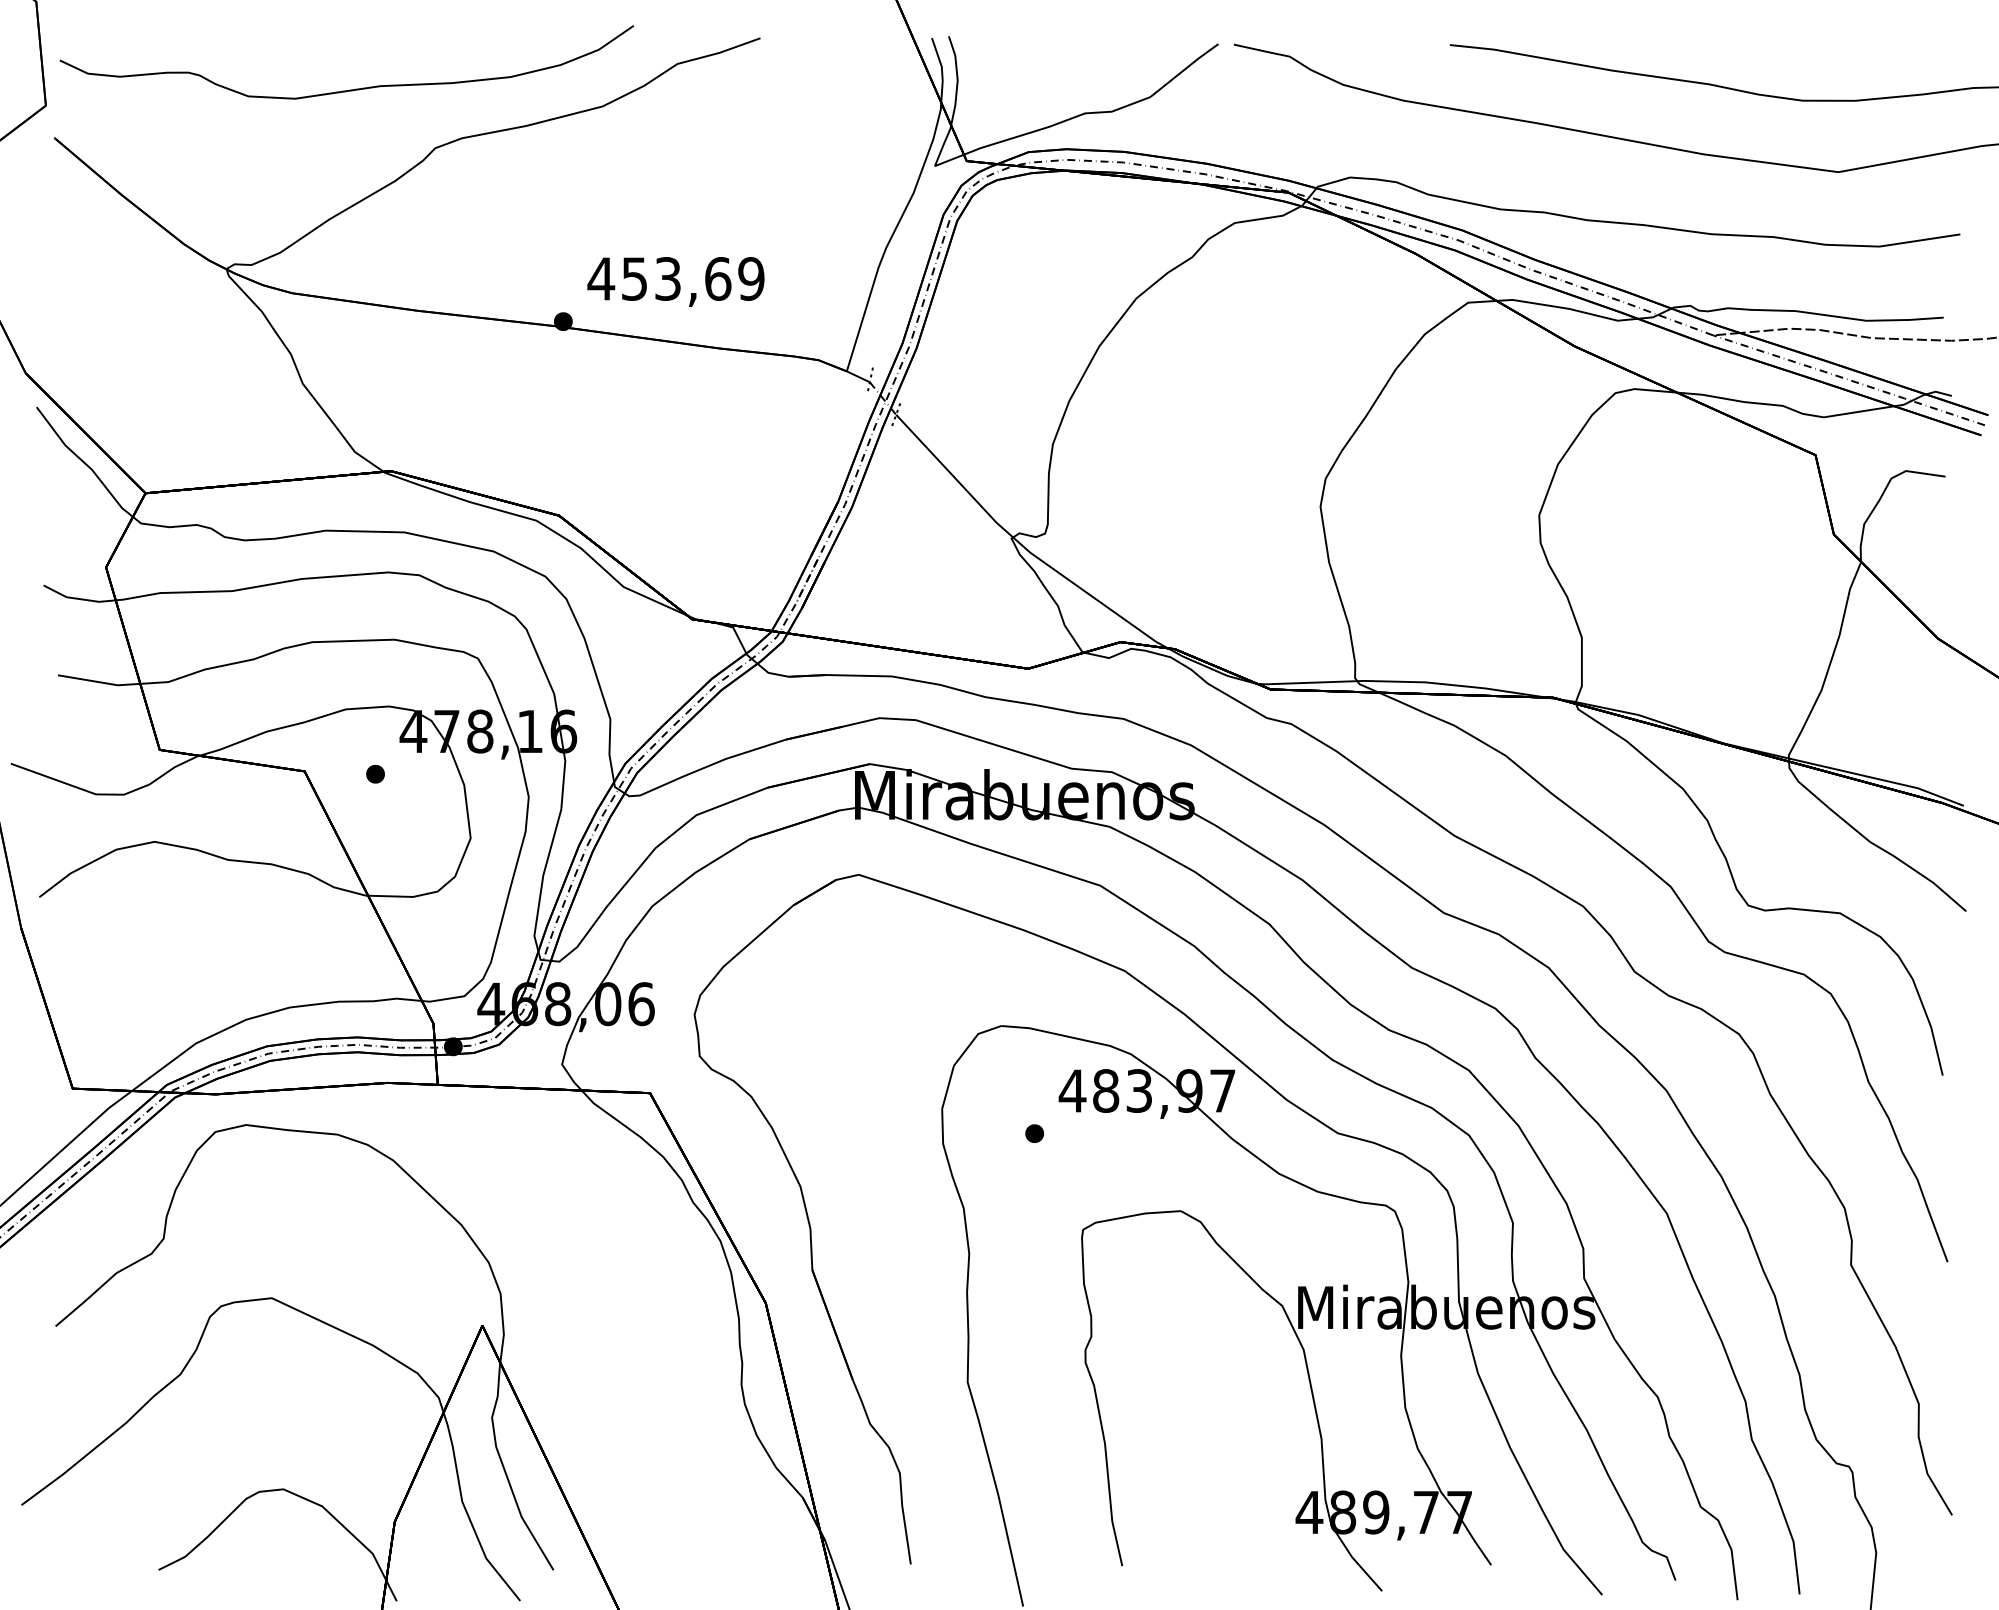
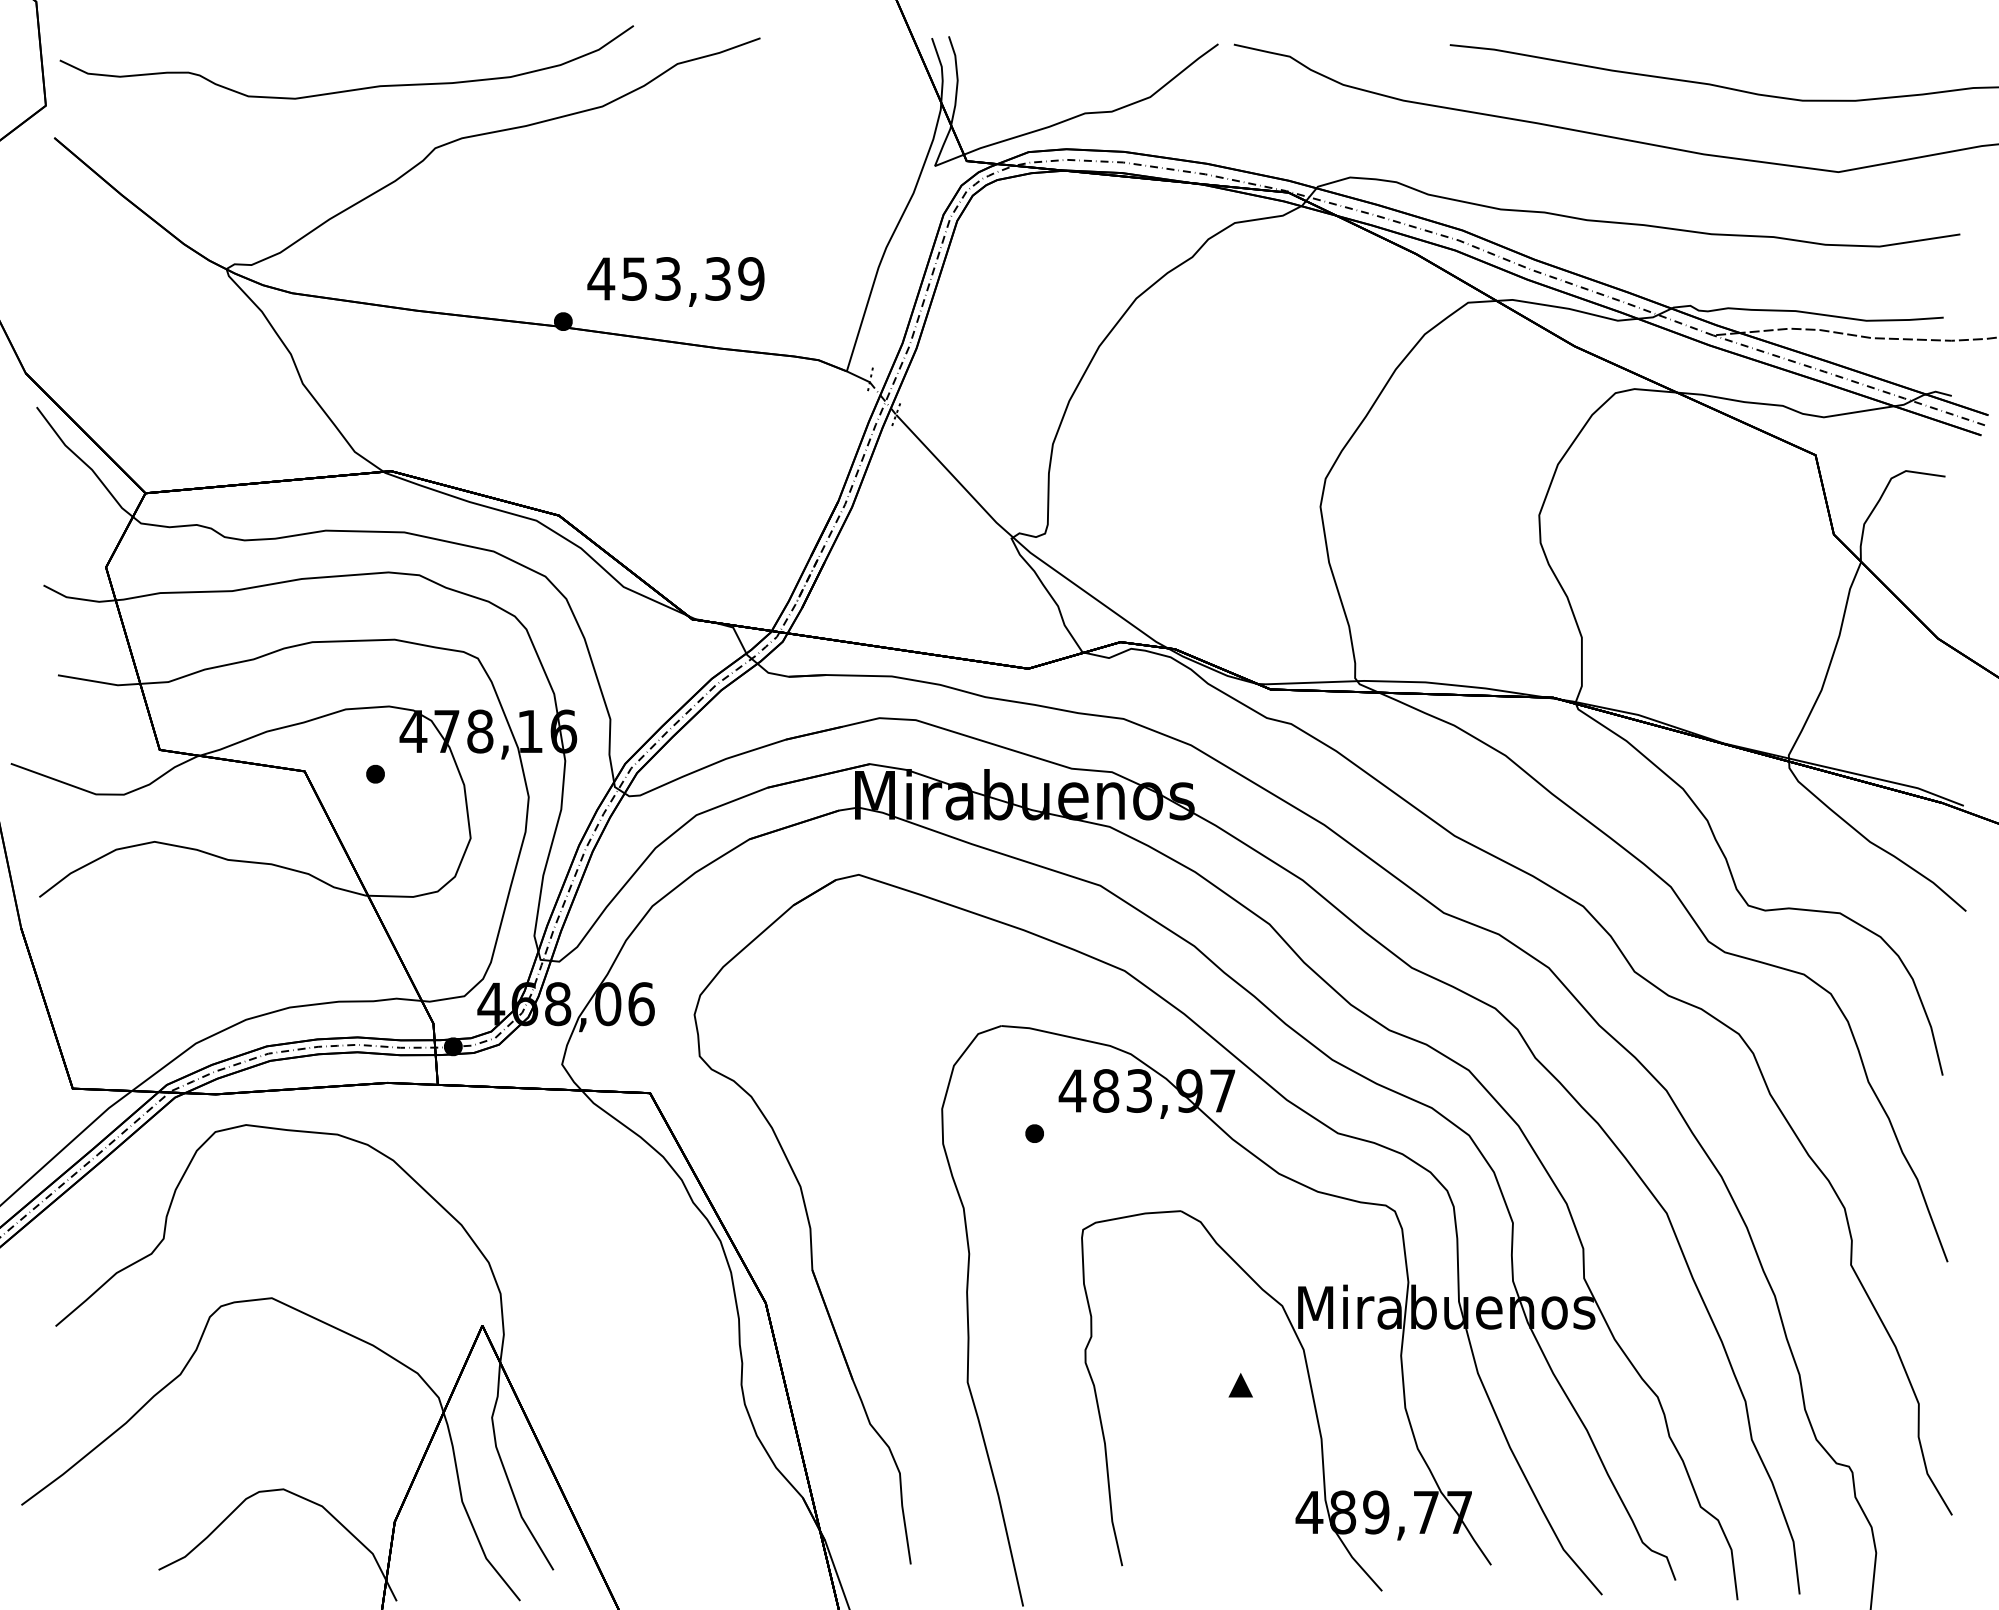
text at (718, 278): 453,69 -> 453,39
part at (1240, 1385): none -> present
